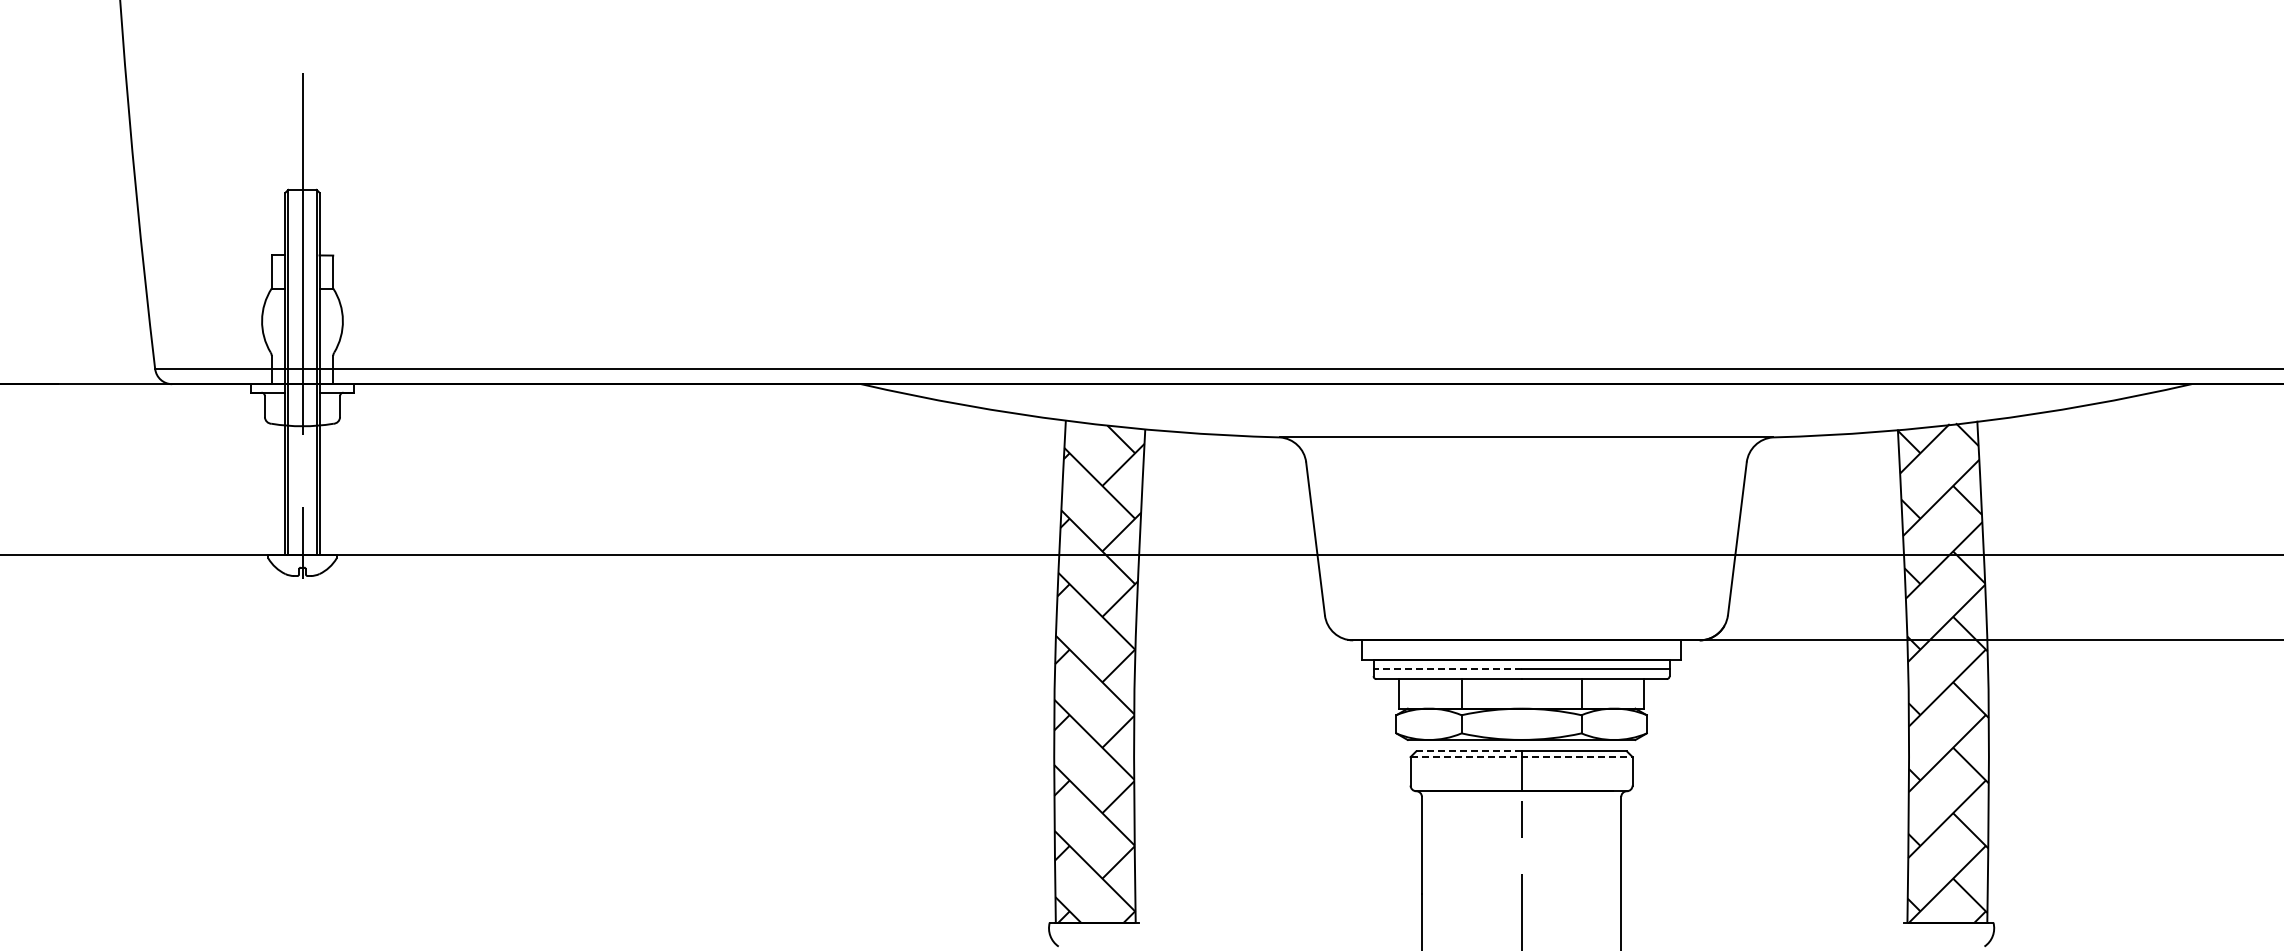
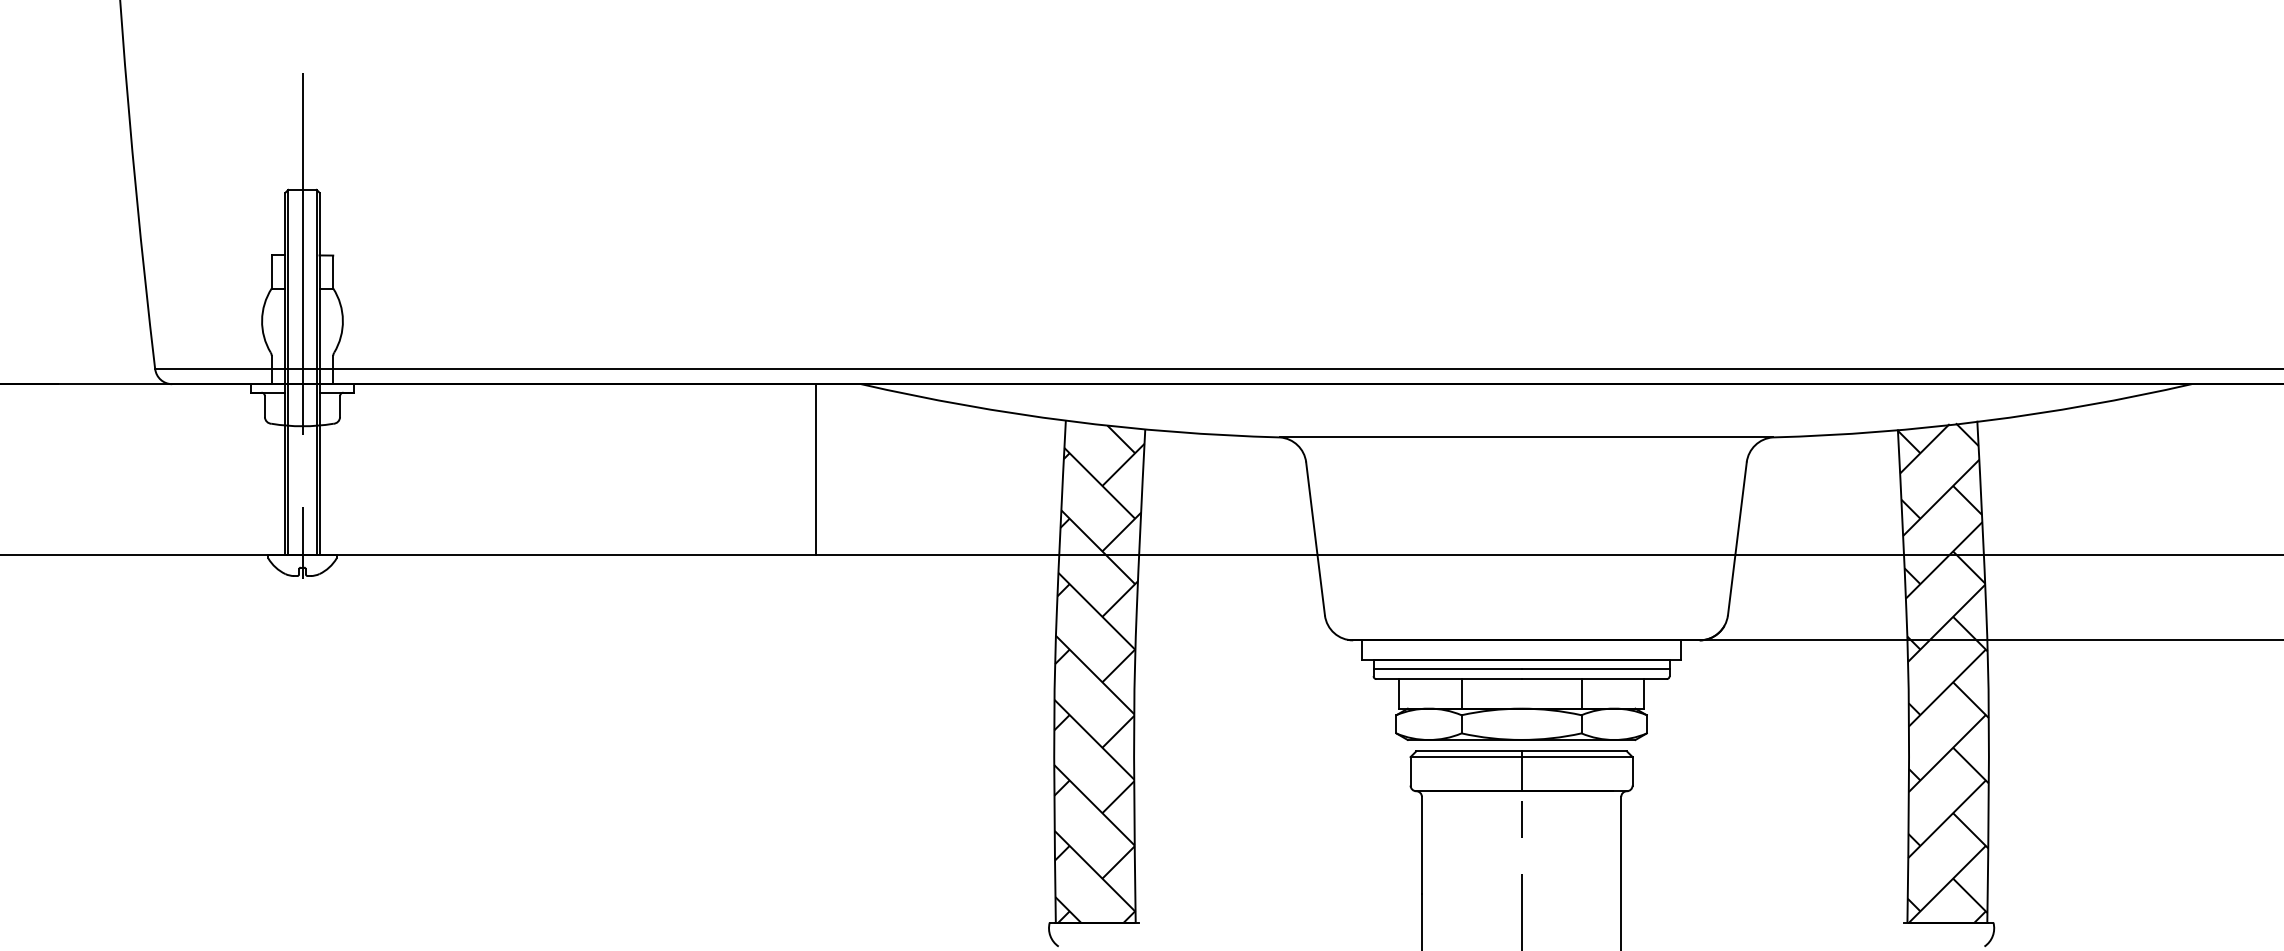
line at (815, 469): none -> present
line at (1447, 668): dashed -> solid
line at (1468, 751): dashed -> solid
line at (1522, 757): dashed -> solid
